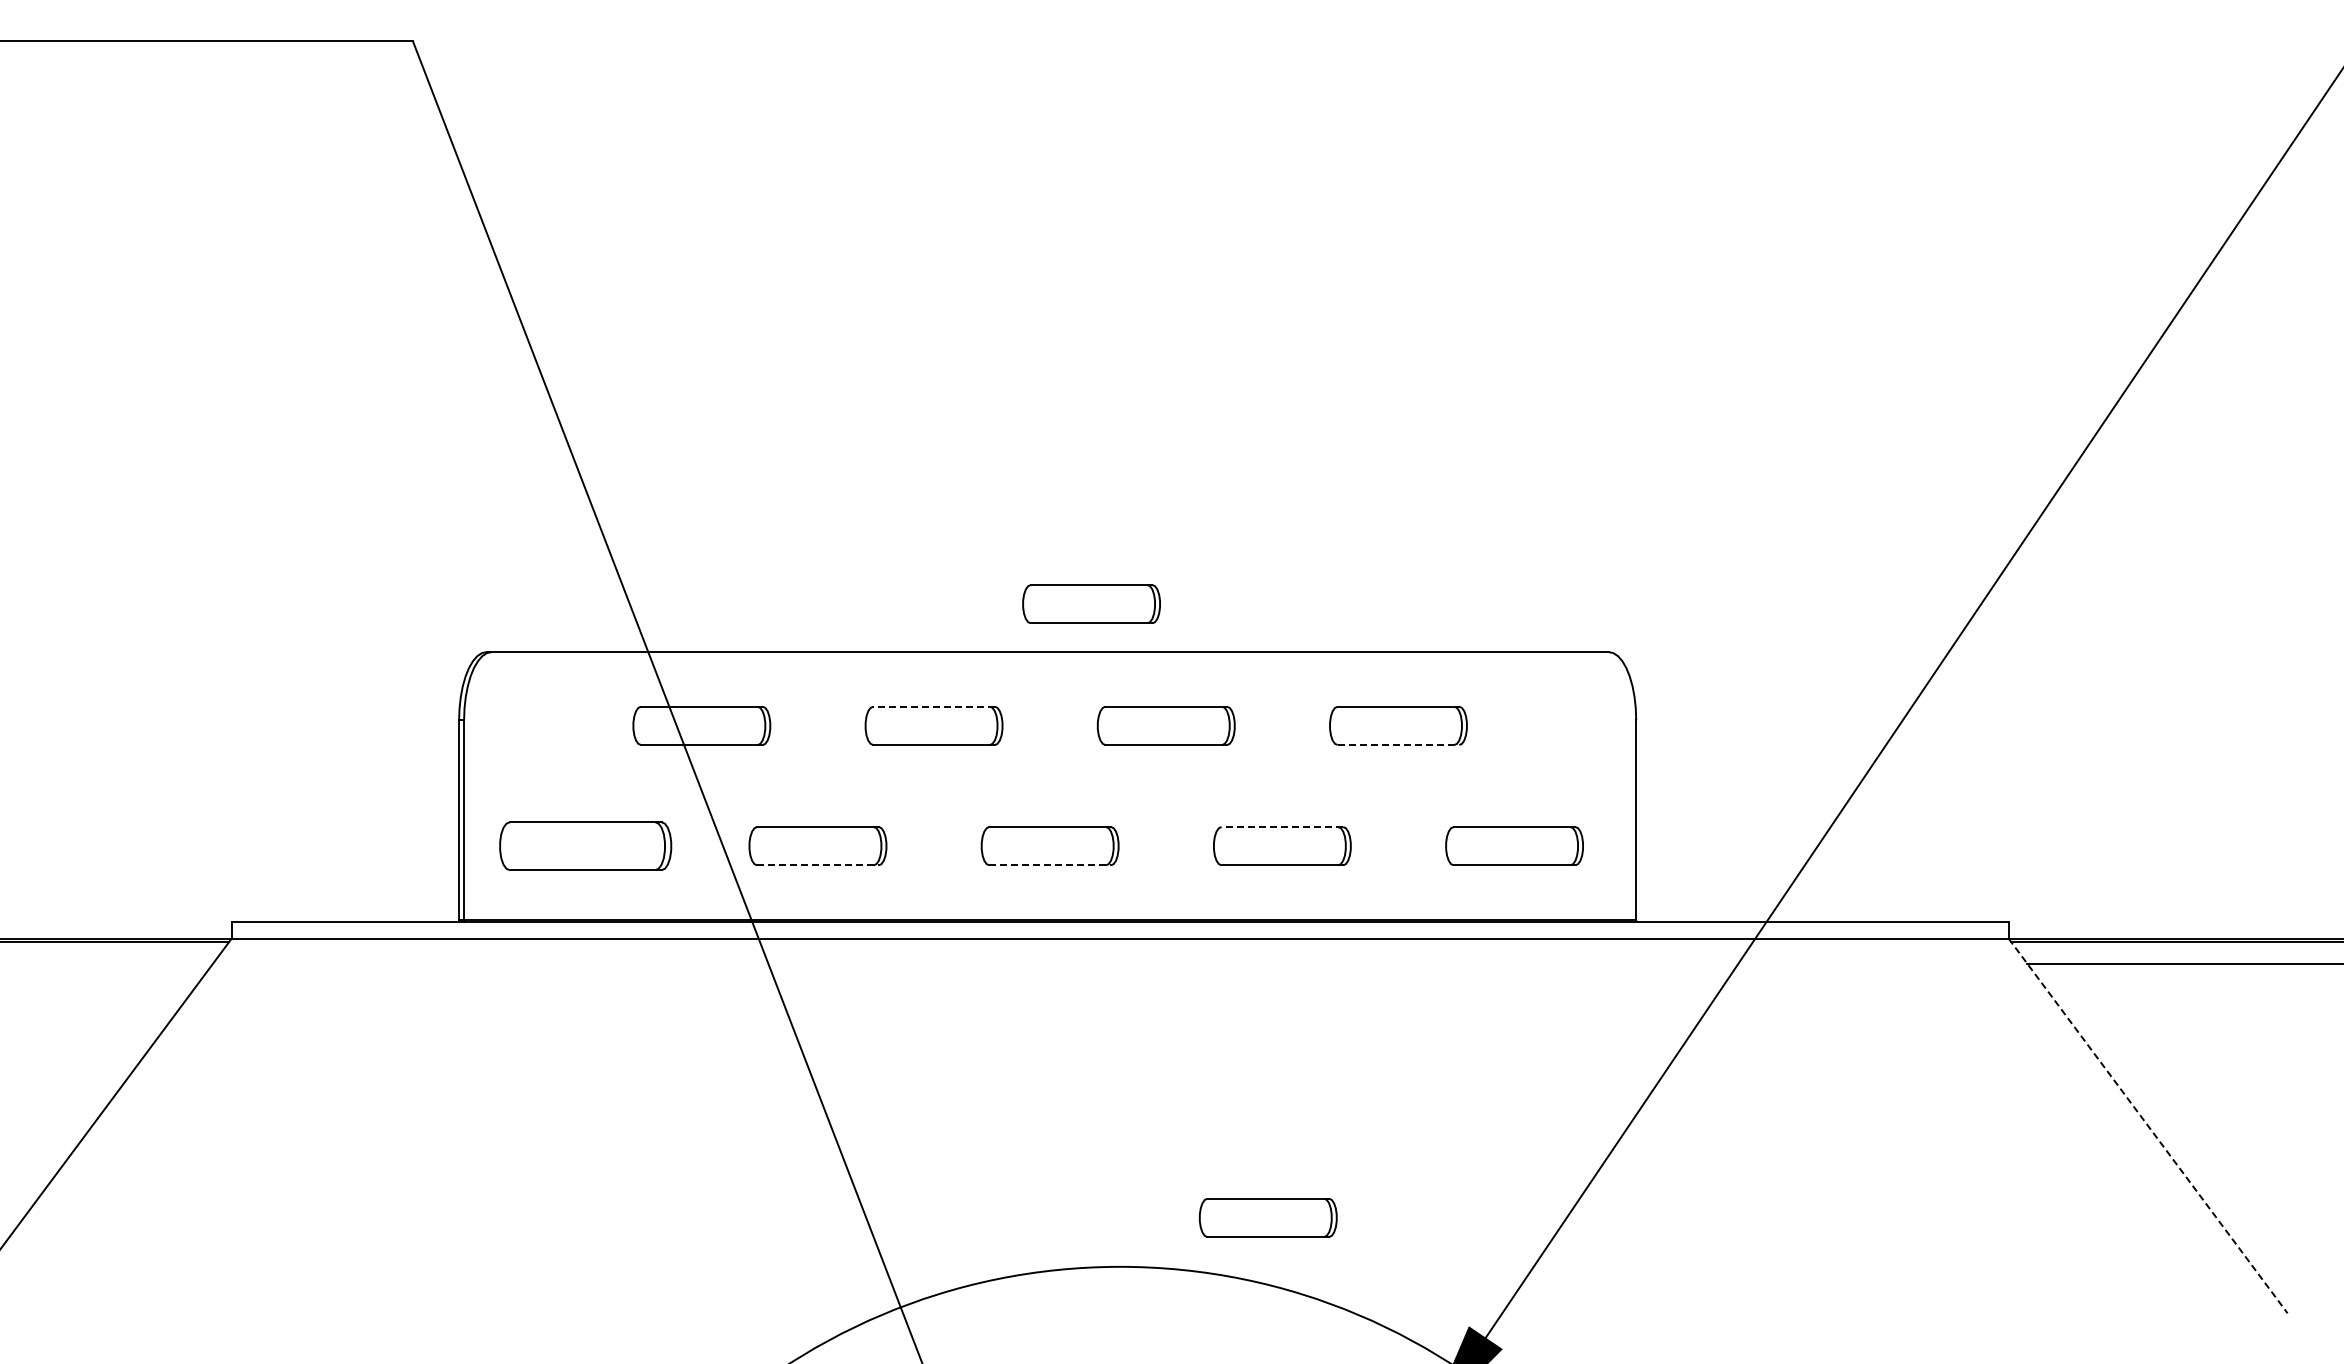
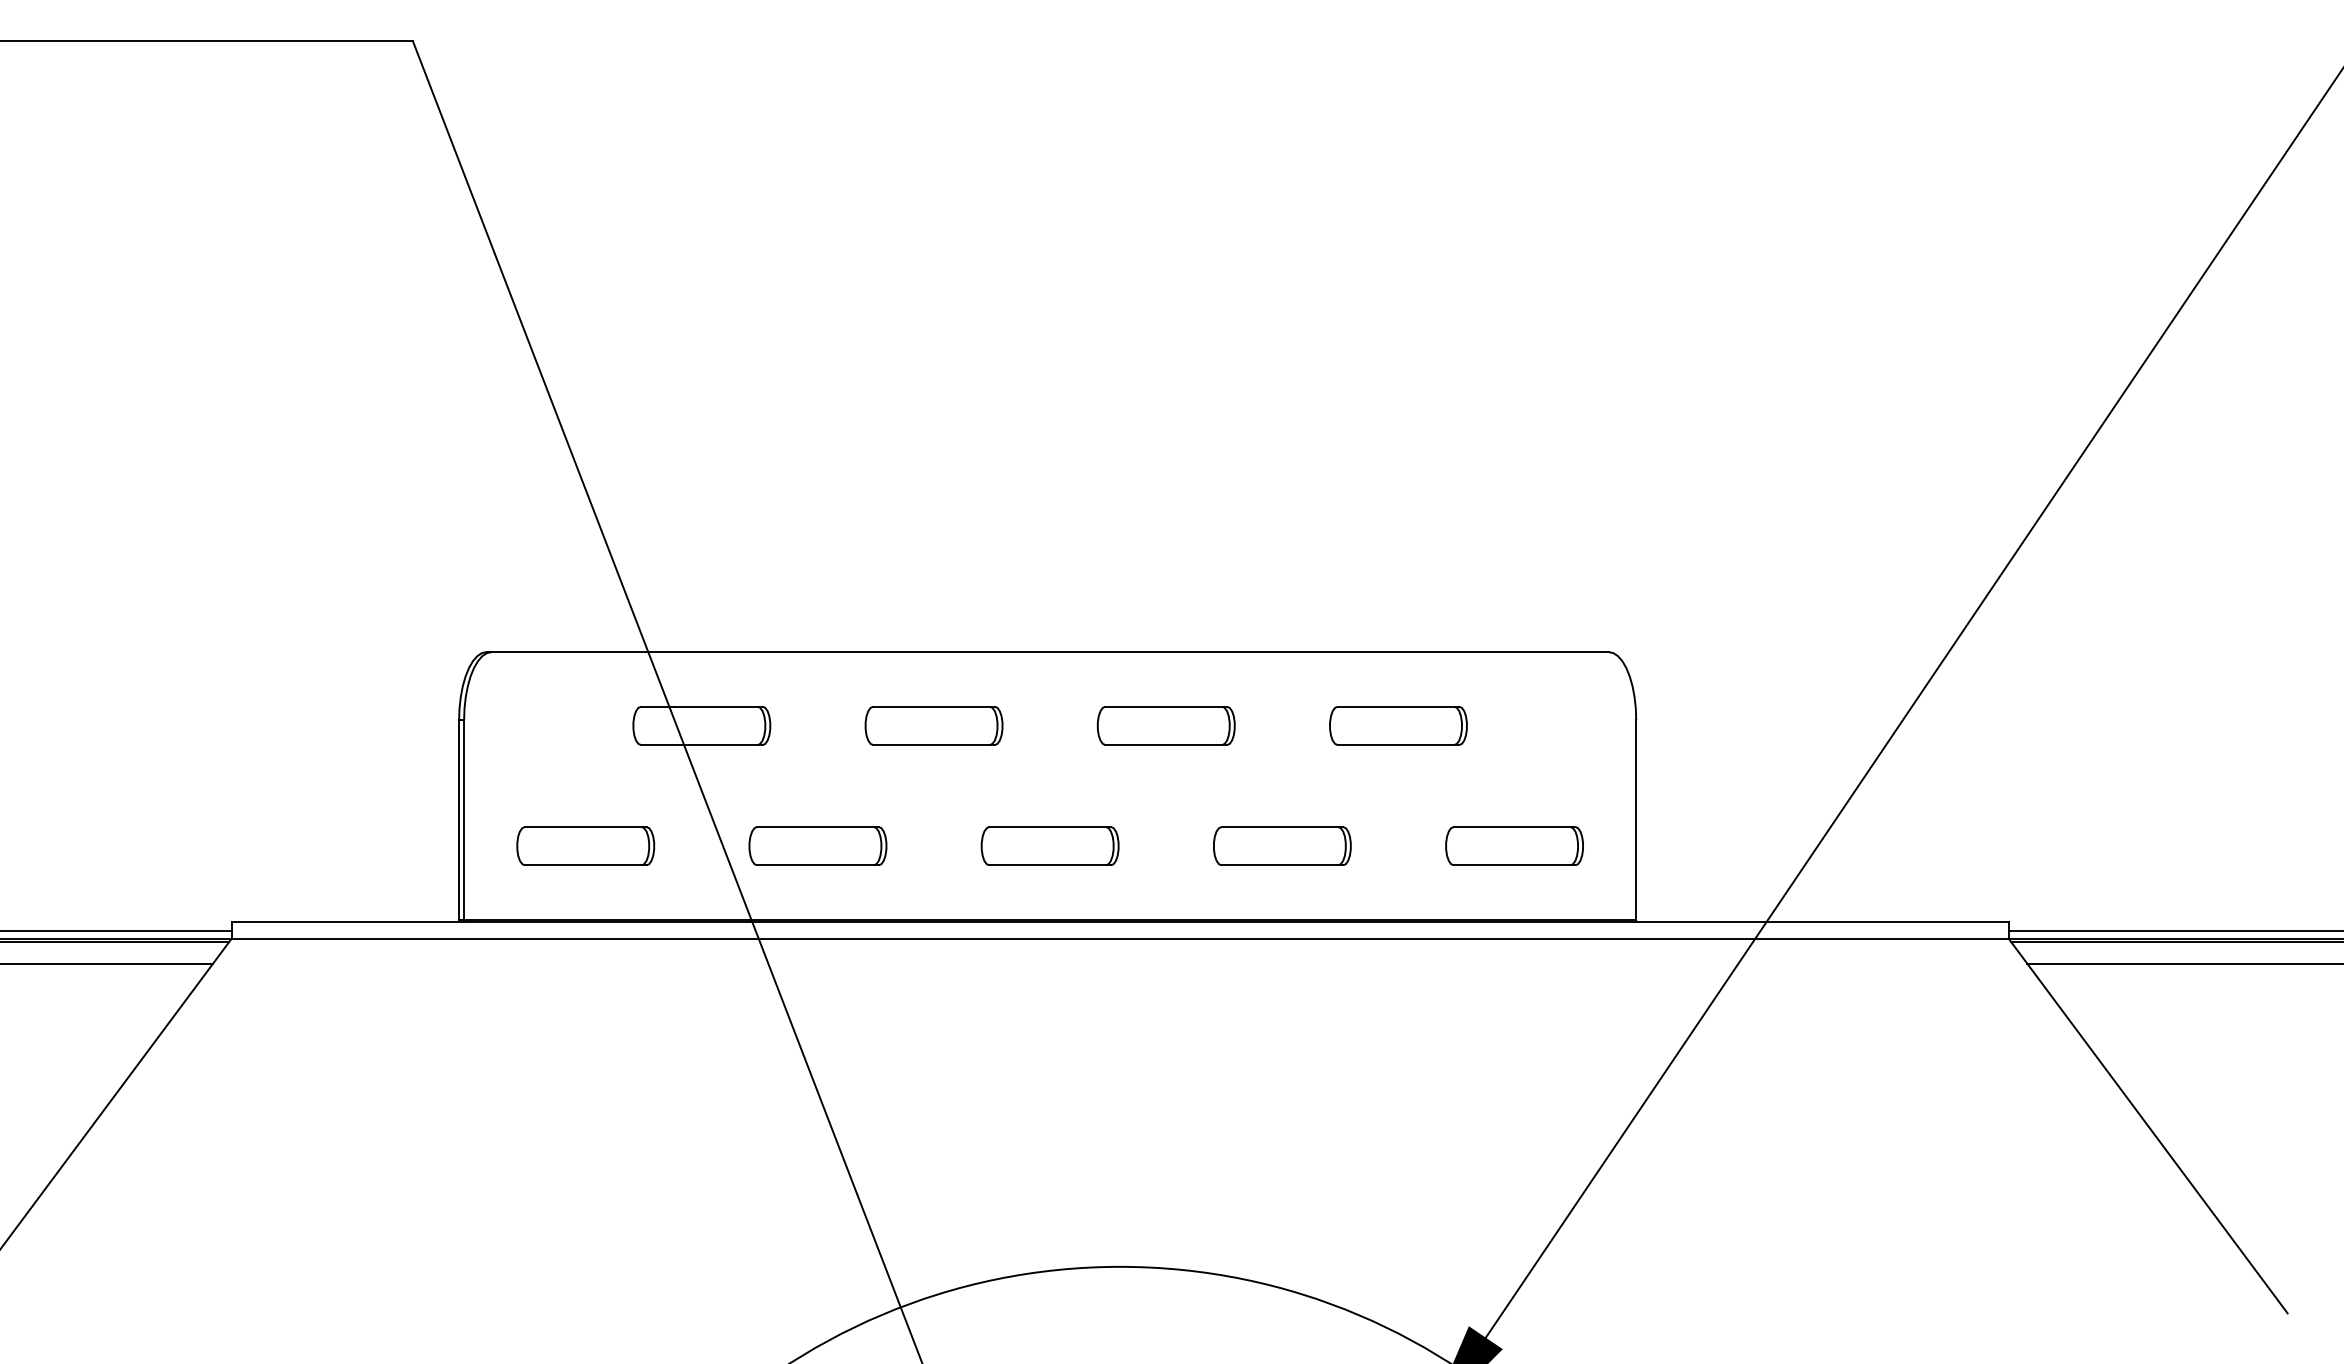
part at (1091, 603): present -> none
line at (934, 706): dashed -> solid
line at (1398, 745): dashed -> solid
line at (1282, 827): dashed -> solid
part at (585, 845) size: 174x50 px -> 140x40 px
line at (817, 865): dashed -> solid
line at (1050, 865): dashed -> solid
line at (116, 930): none -> present
line at (2174, 930): none -> present
line at (107, 963): none -> present
line at (2148, 1126): dashed -> solid
part at (1267, 1217): present -> none
